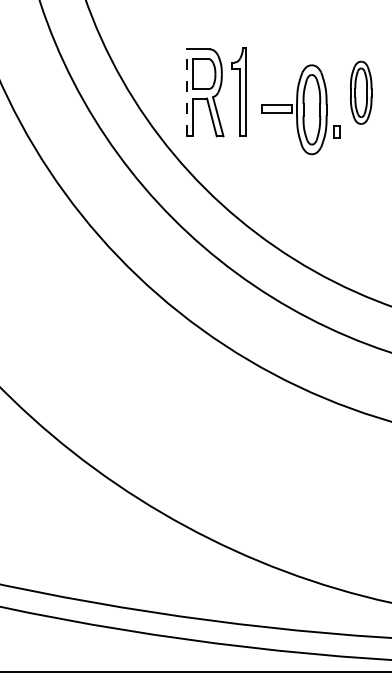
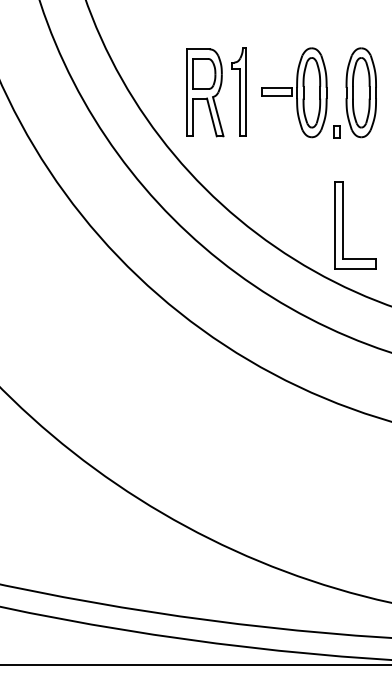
line at (186, 92): dashed -> solid
part at (361, 92) size: 23x65 px -> 32x92 px
part at (294, 109) position: (294, 109) -> (294, 92)
part at (343, 225): none -> present
line at (195, 672) position: (195, 672) -> (195, 665)
